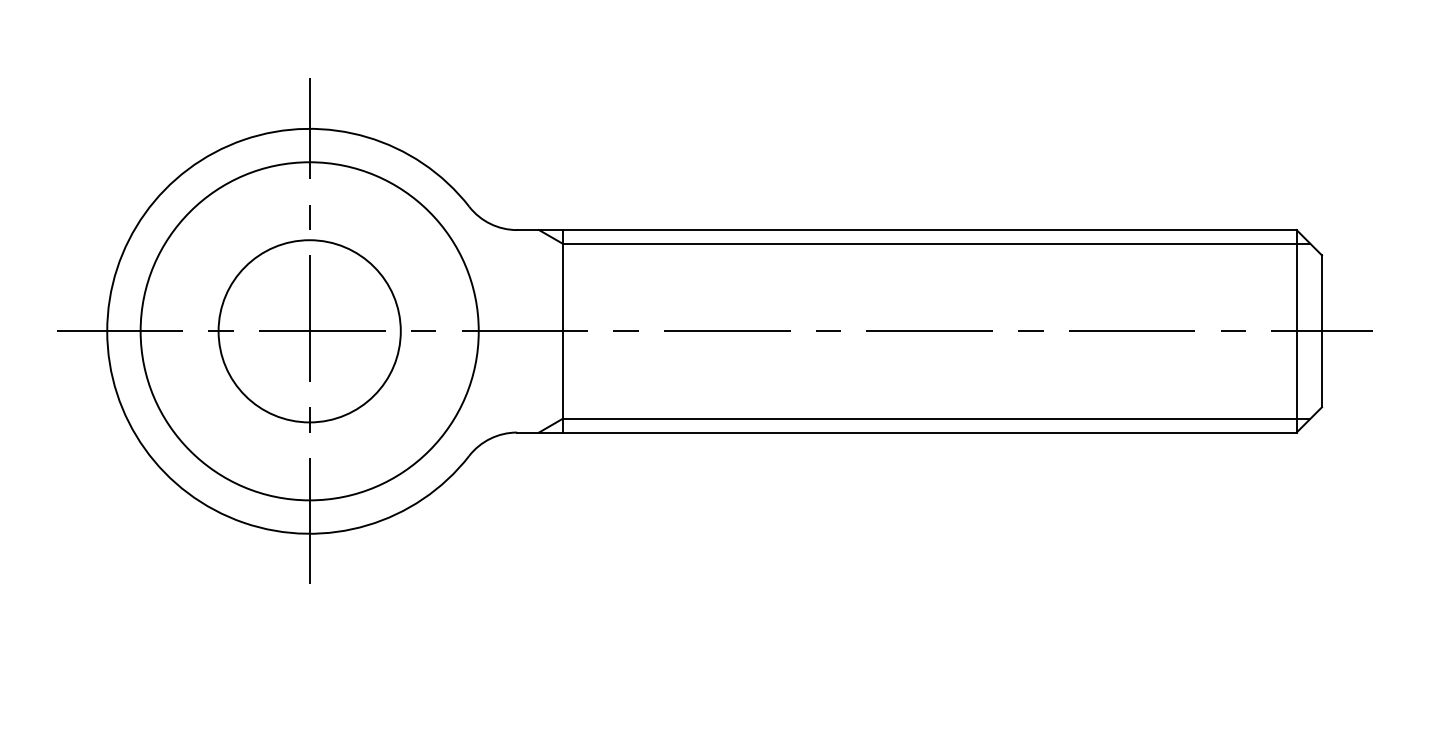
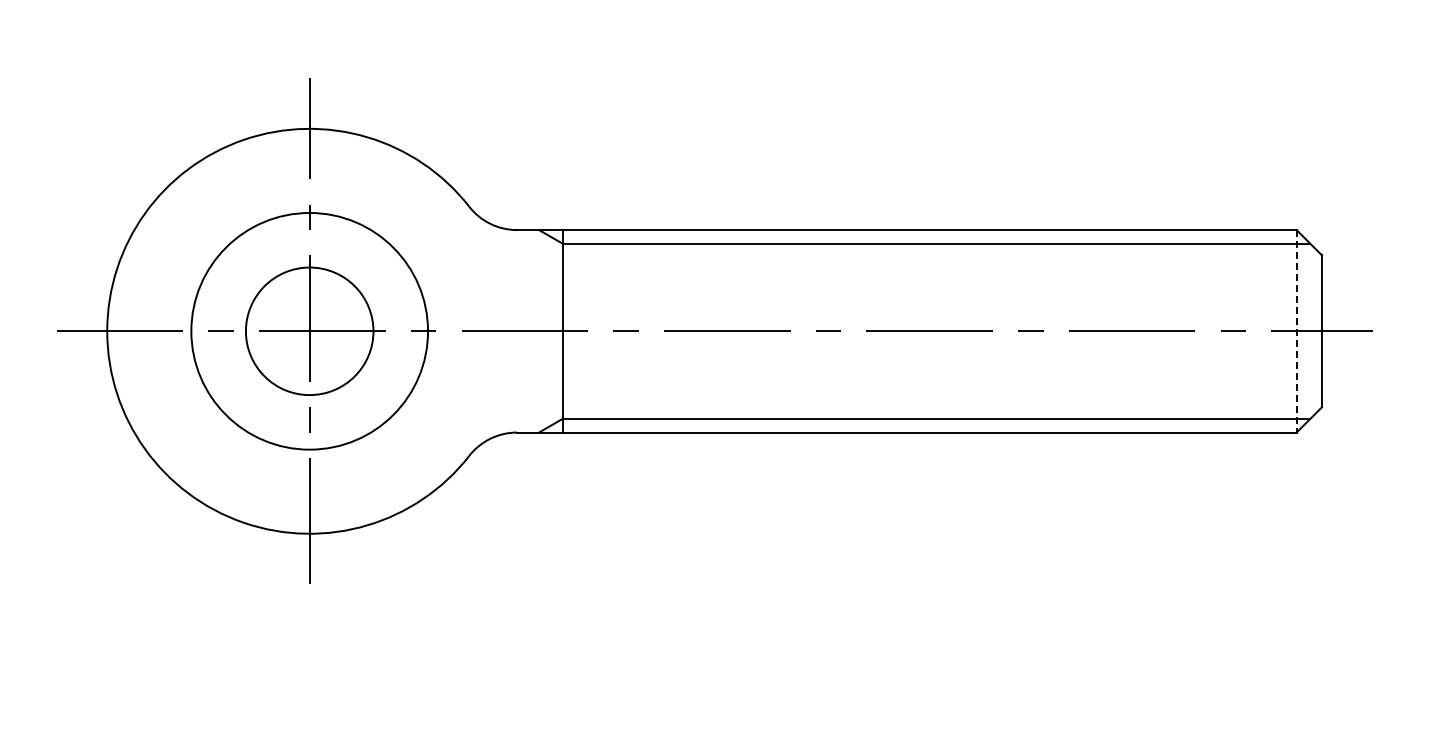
circle at (309, 331) diameter: 182 px -> 128 px
circle at (309, 331) diameter: 338 px -> 237 px
line at (1296, 331): solid -> dashed
